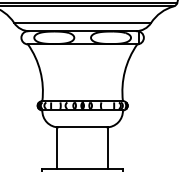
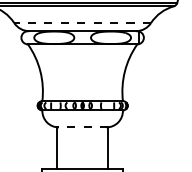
line at (82, 22): solid -> dashed
line at (82, 127): solid -> dashed
